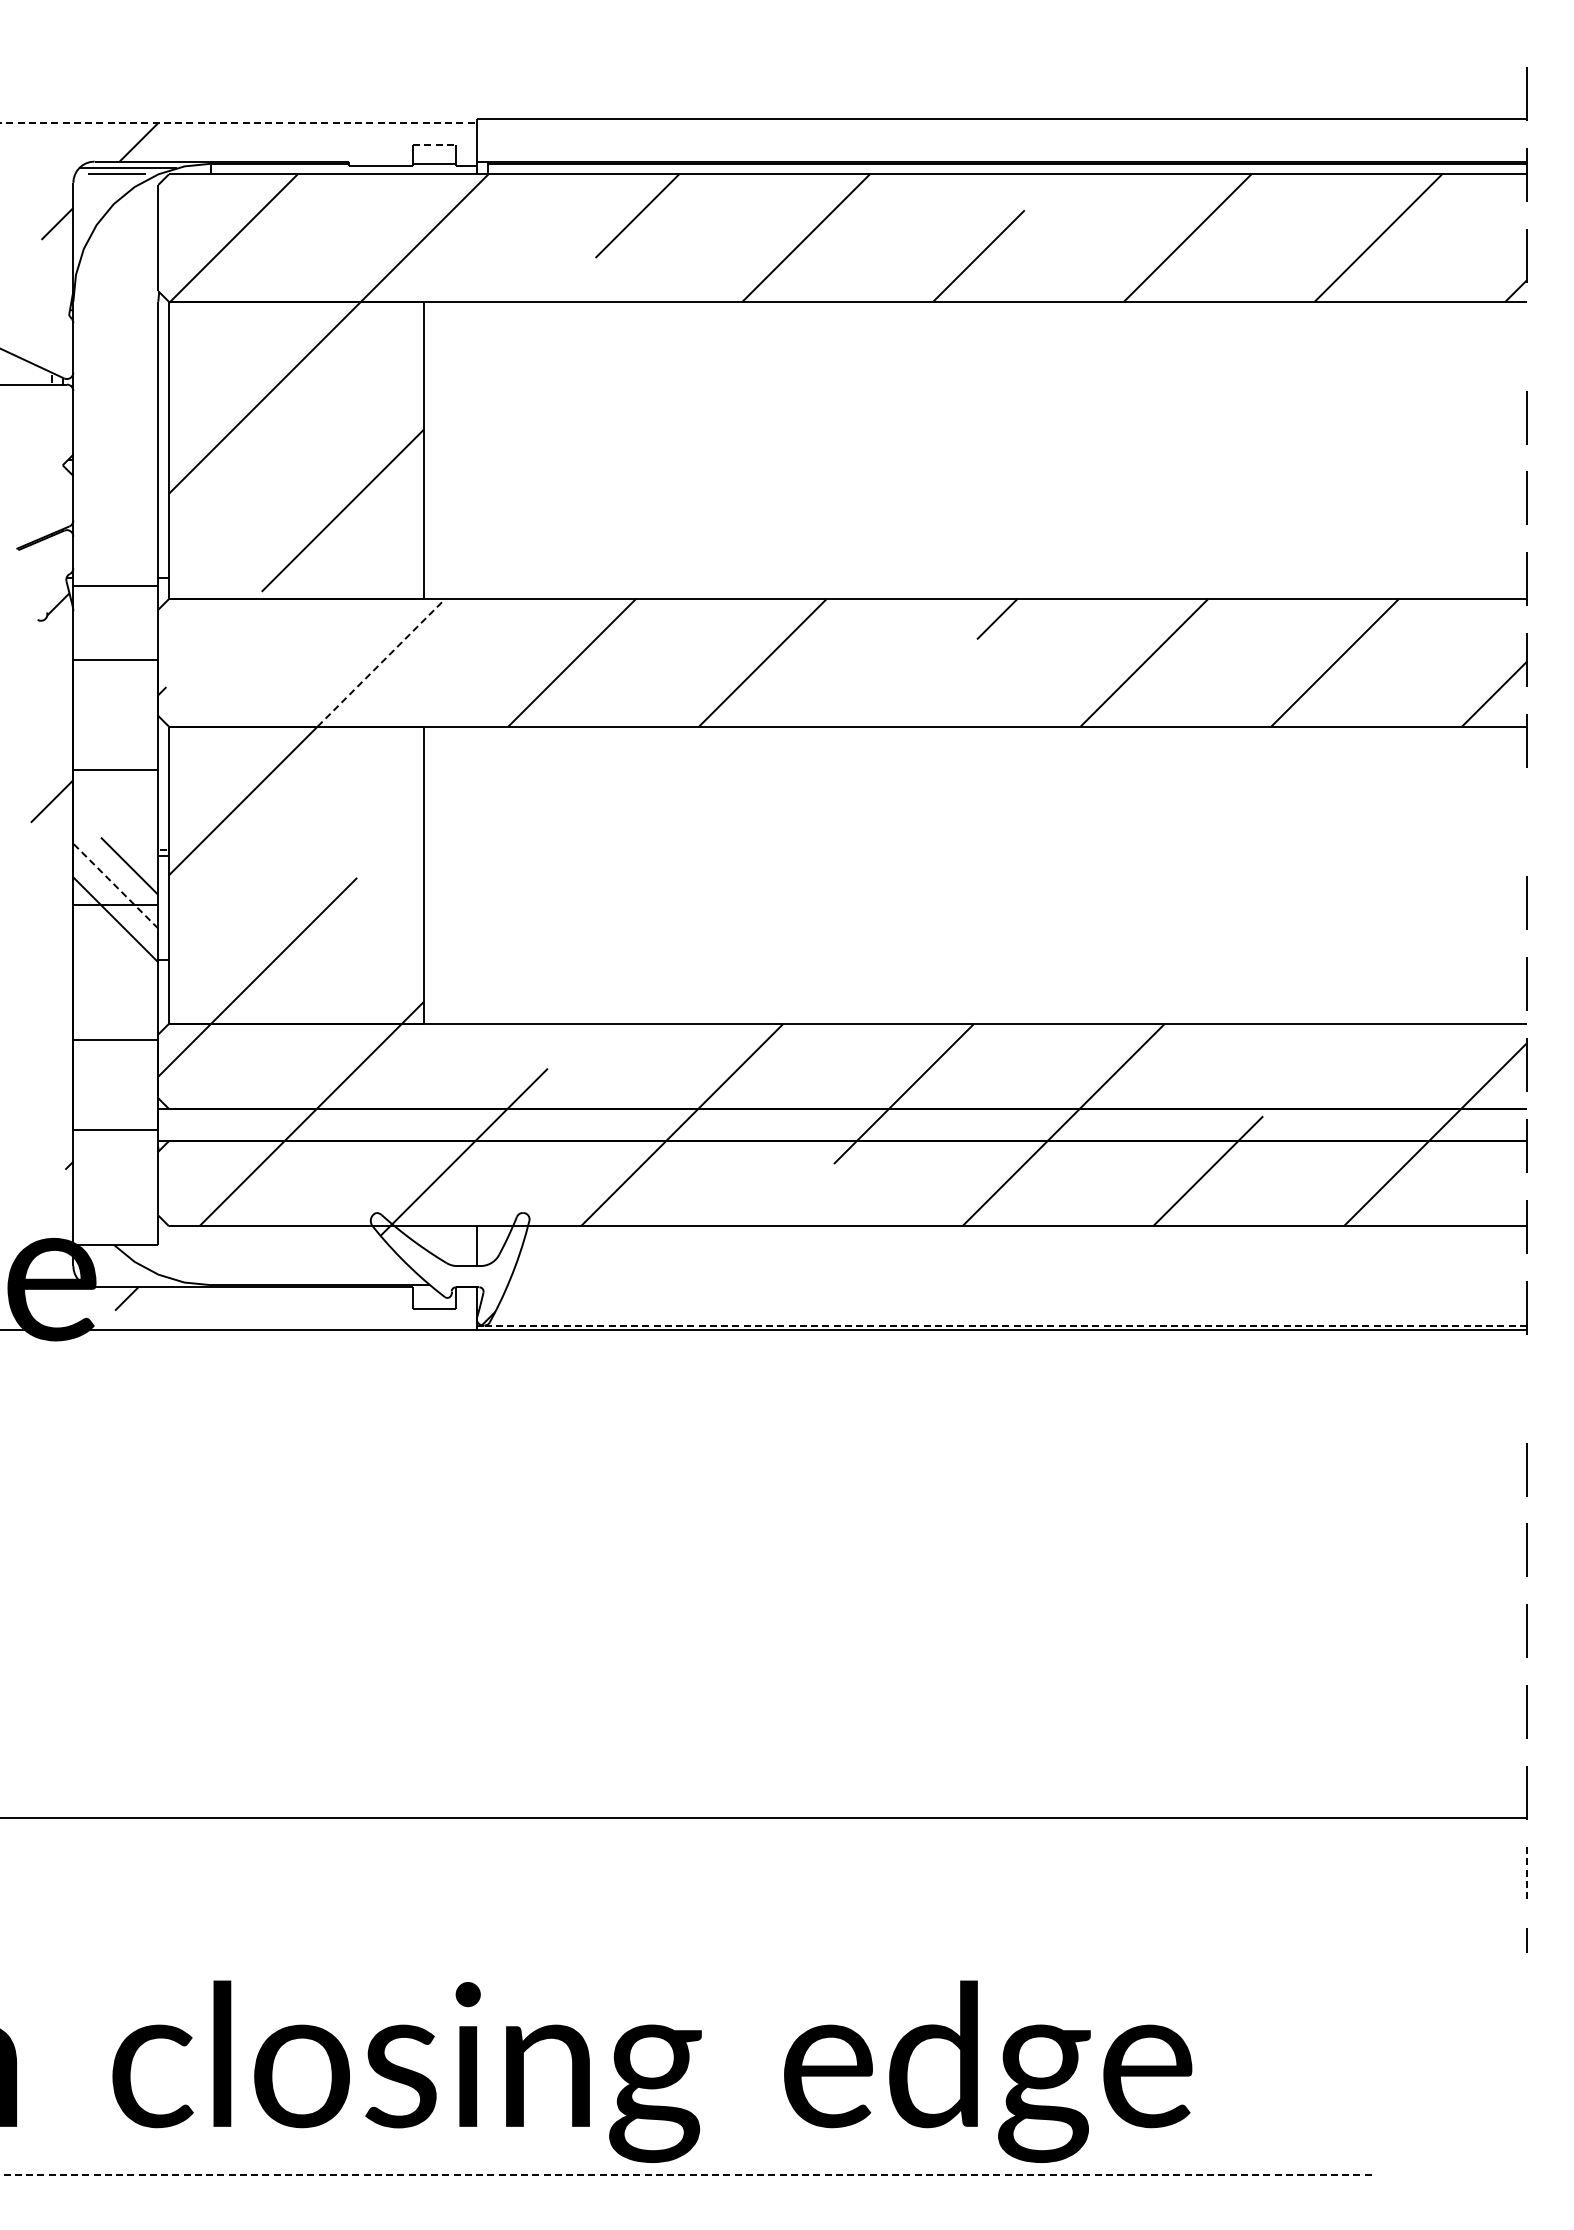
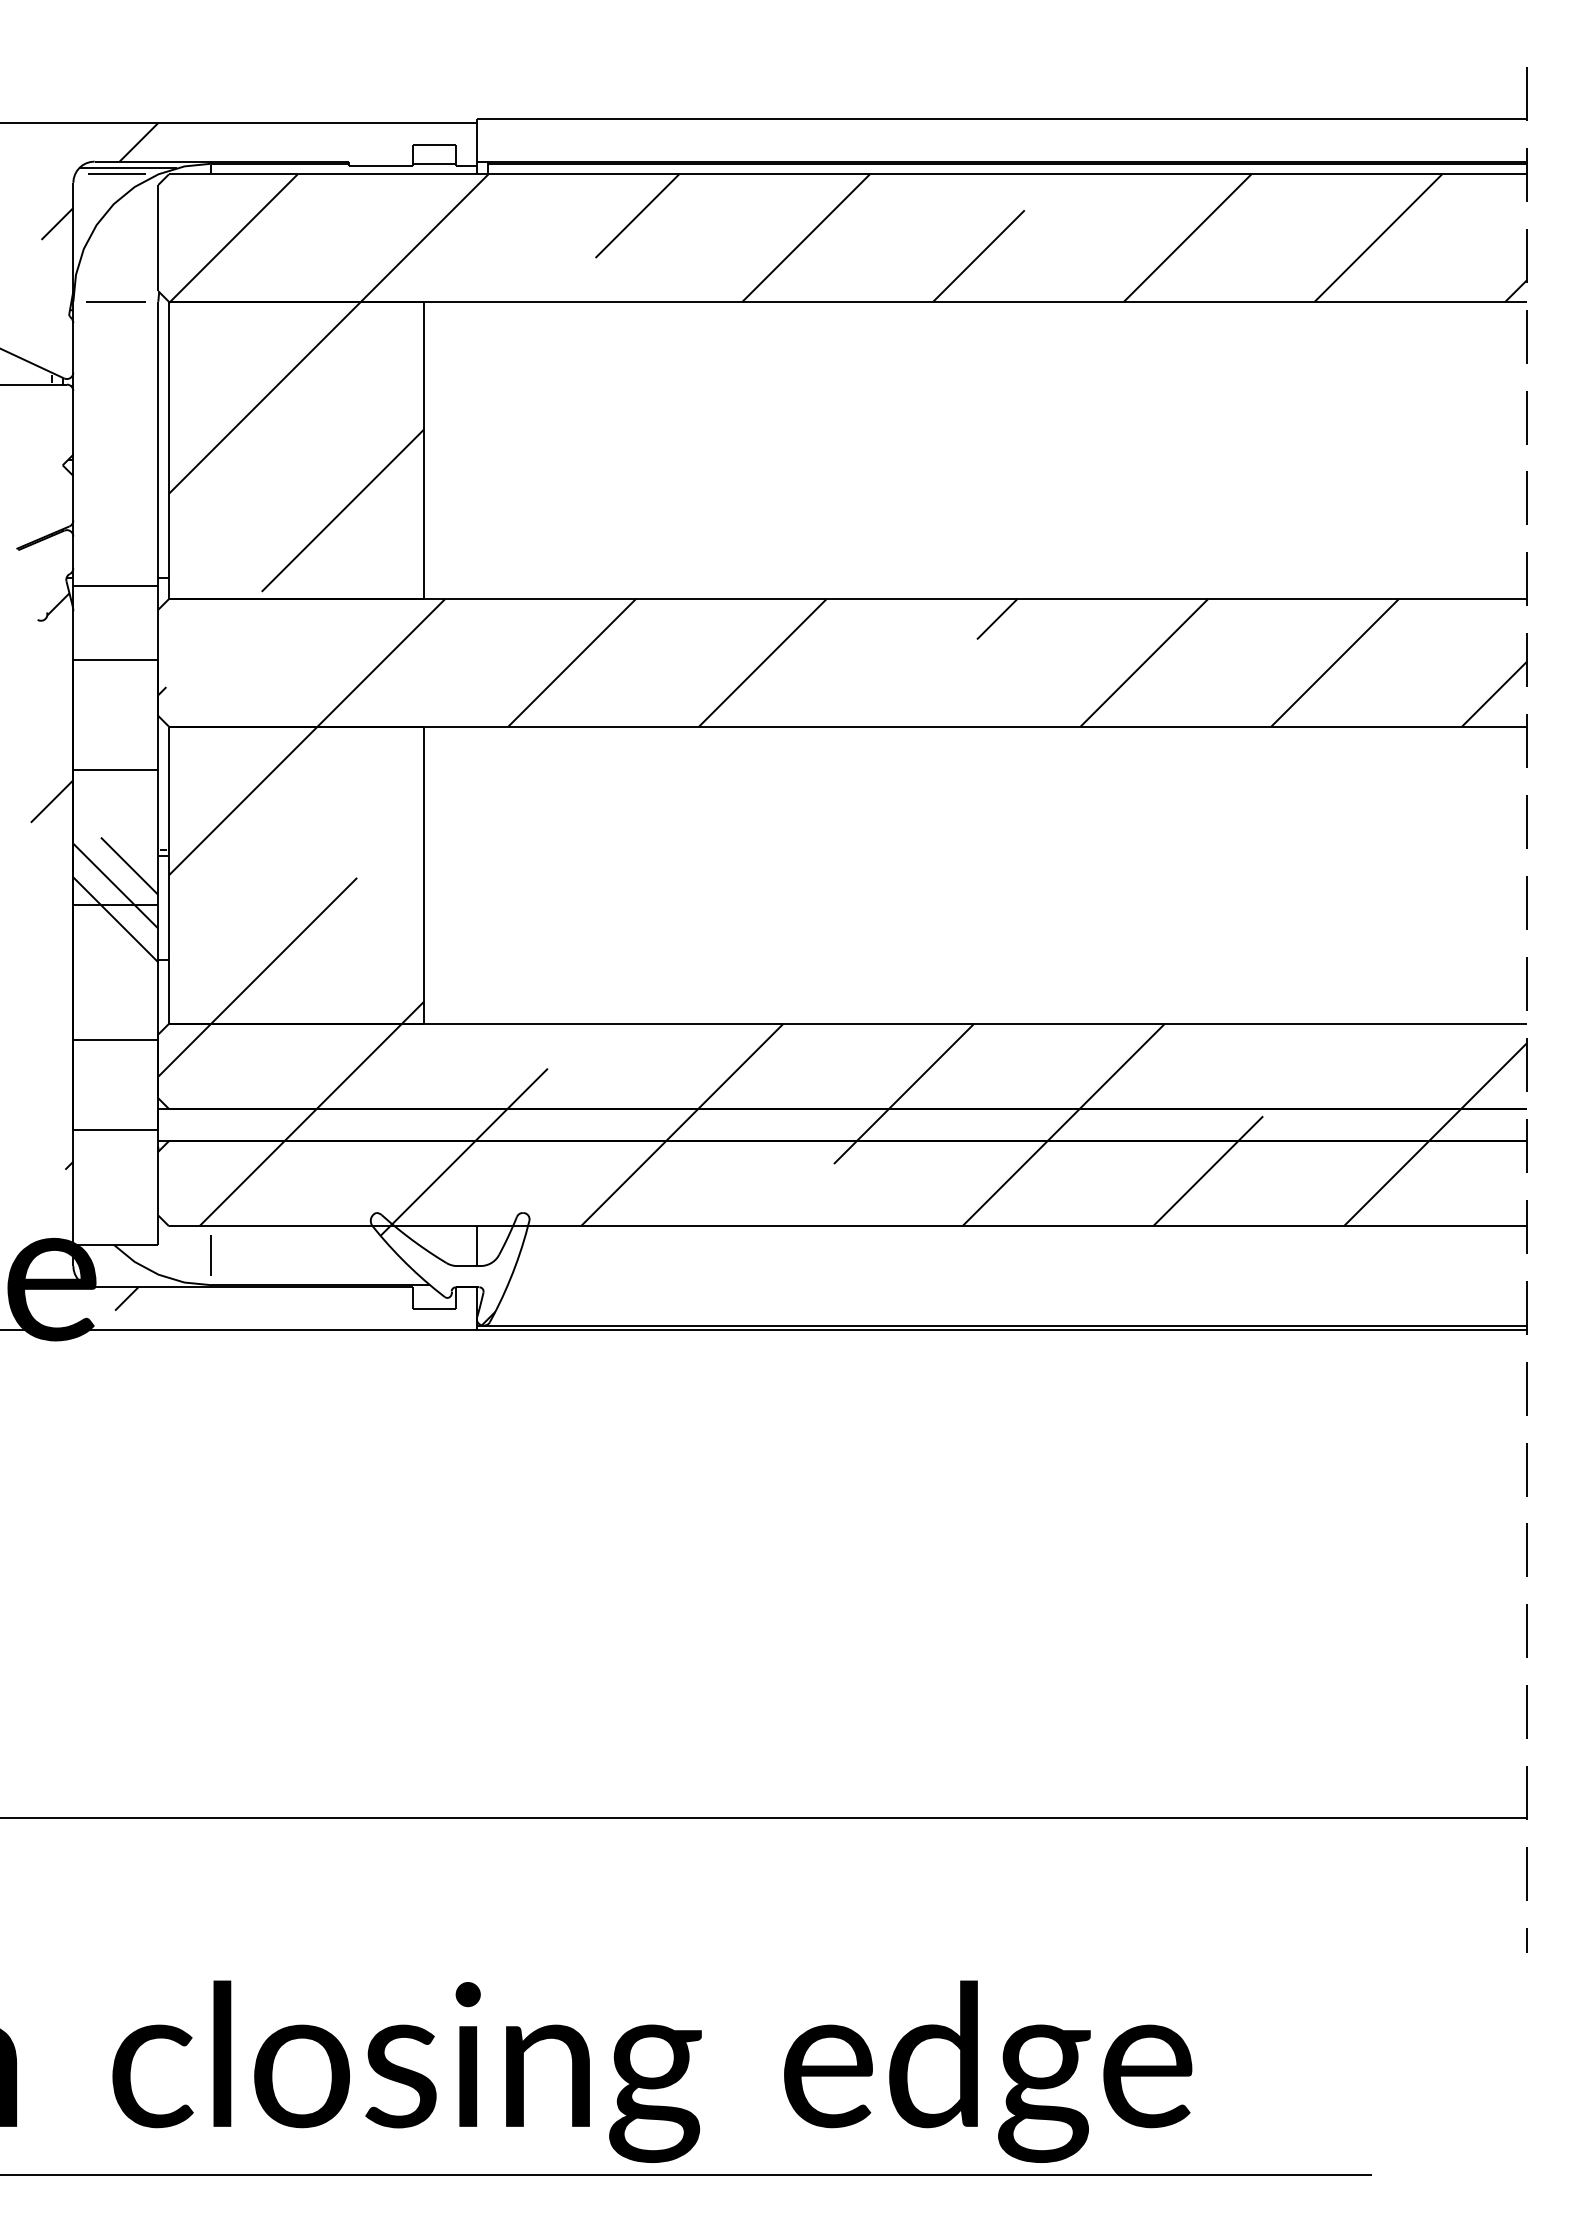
line at (239, 123): dashed -> solid
line at (434, 144): dashed -> solid
line at (115, 301): none -> present
line at (1526, 336): none -> present
line at (381, 662): dashed -> solid
line at (1526, 821): none -> present
line at (115, 885): dashed -> solid
line at (210, 1255): none -> present
line at (1005, 1325): dashed -> solid
line at (1526, 1388): none -> present
line at (1526, 1874): dashed -> solid
line at (685, 2175): dashed -> solid
